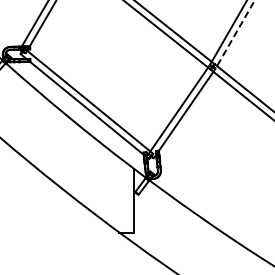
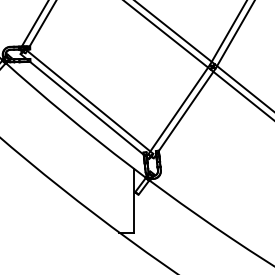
line at (235, 34): dashed -> solid
